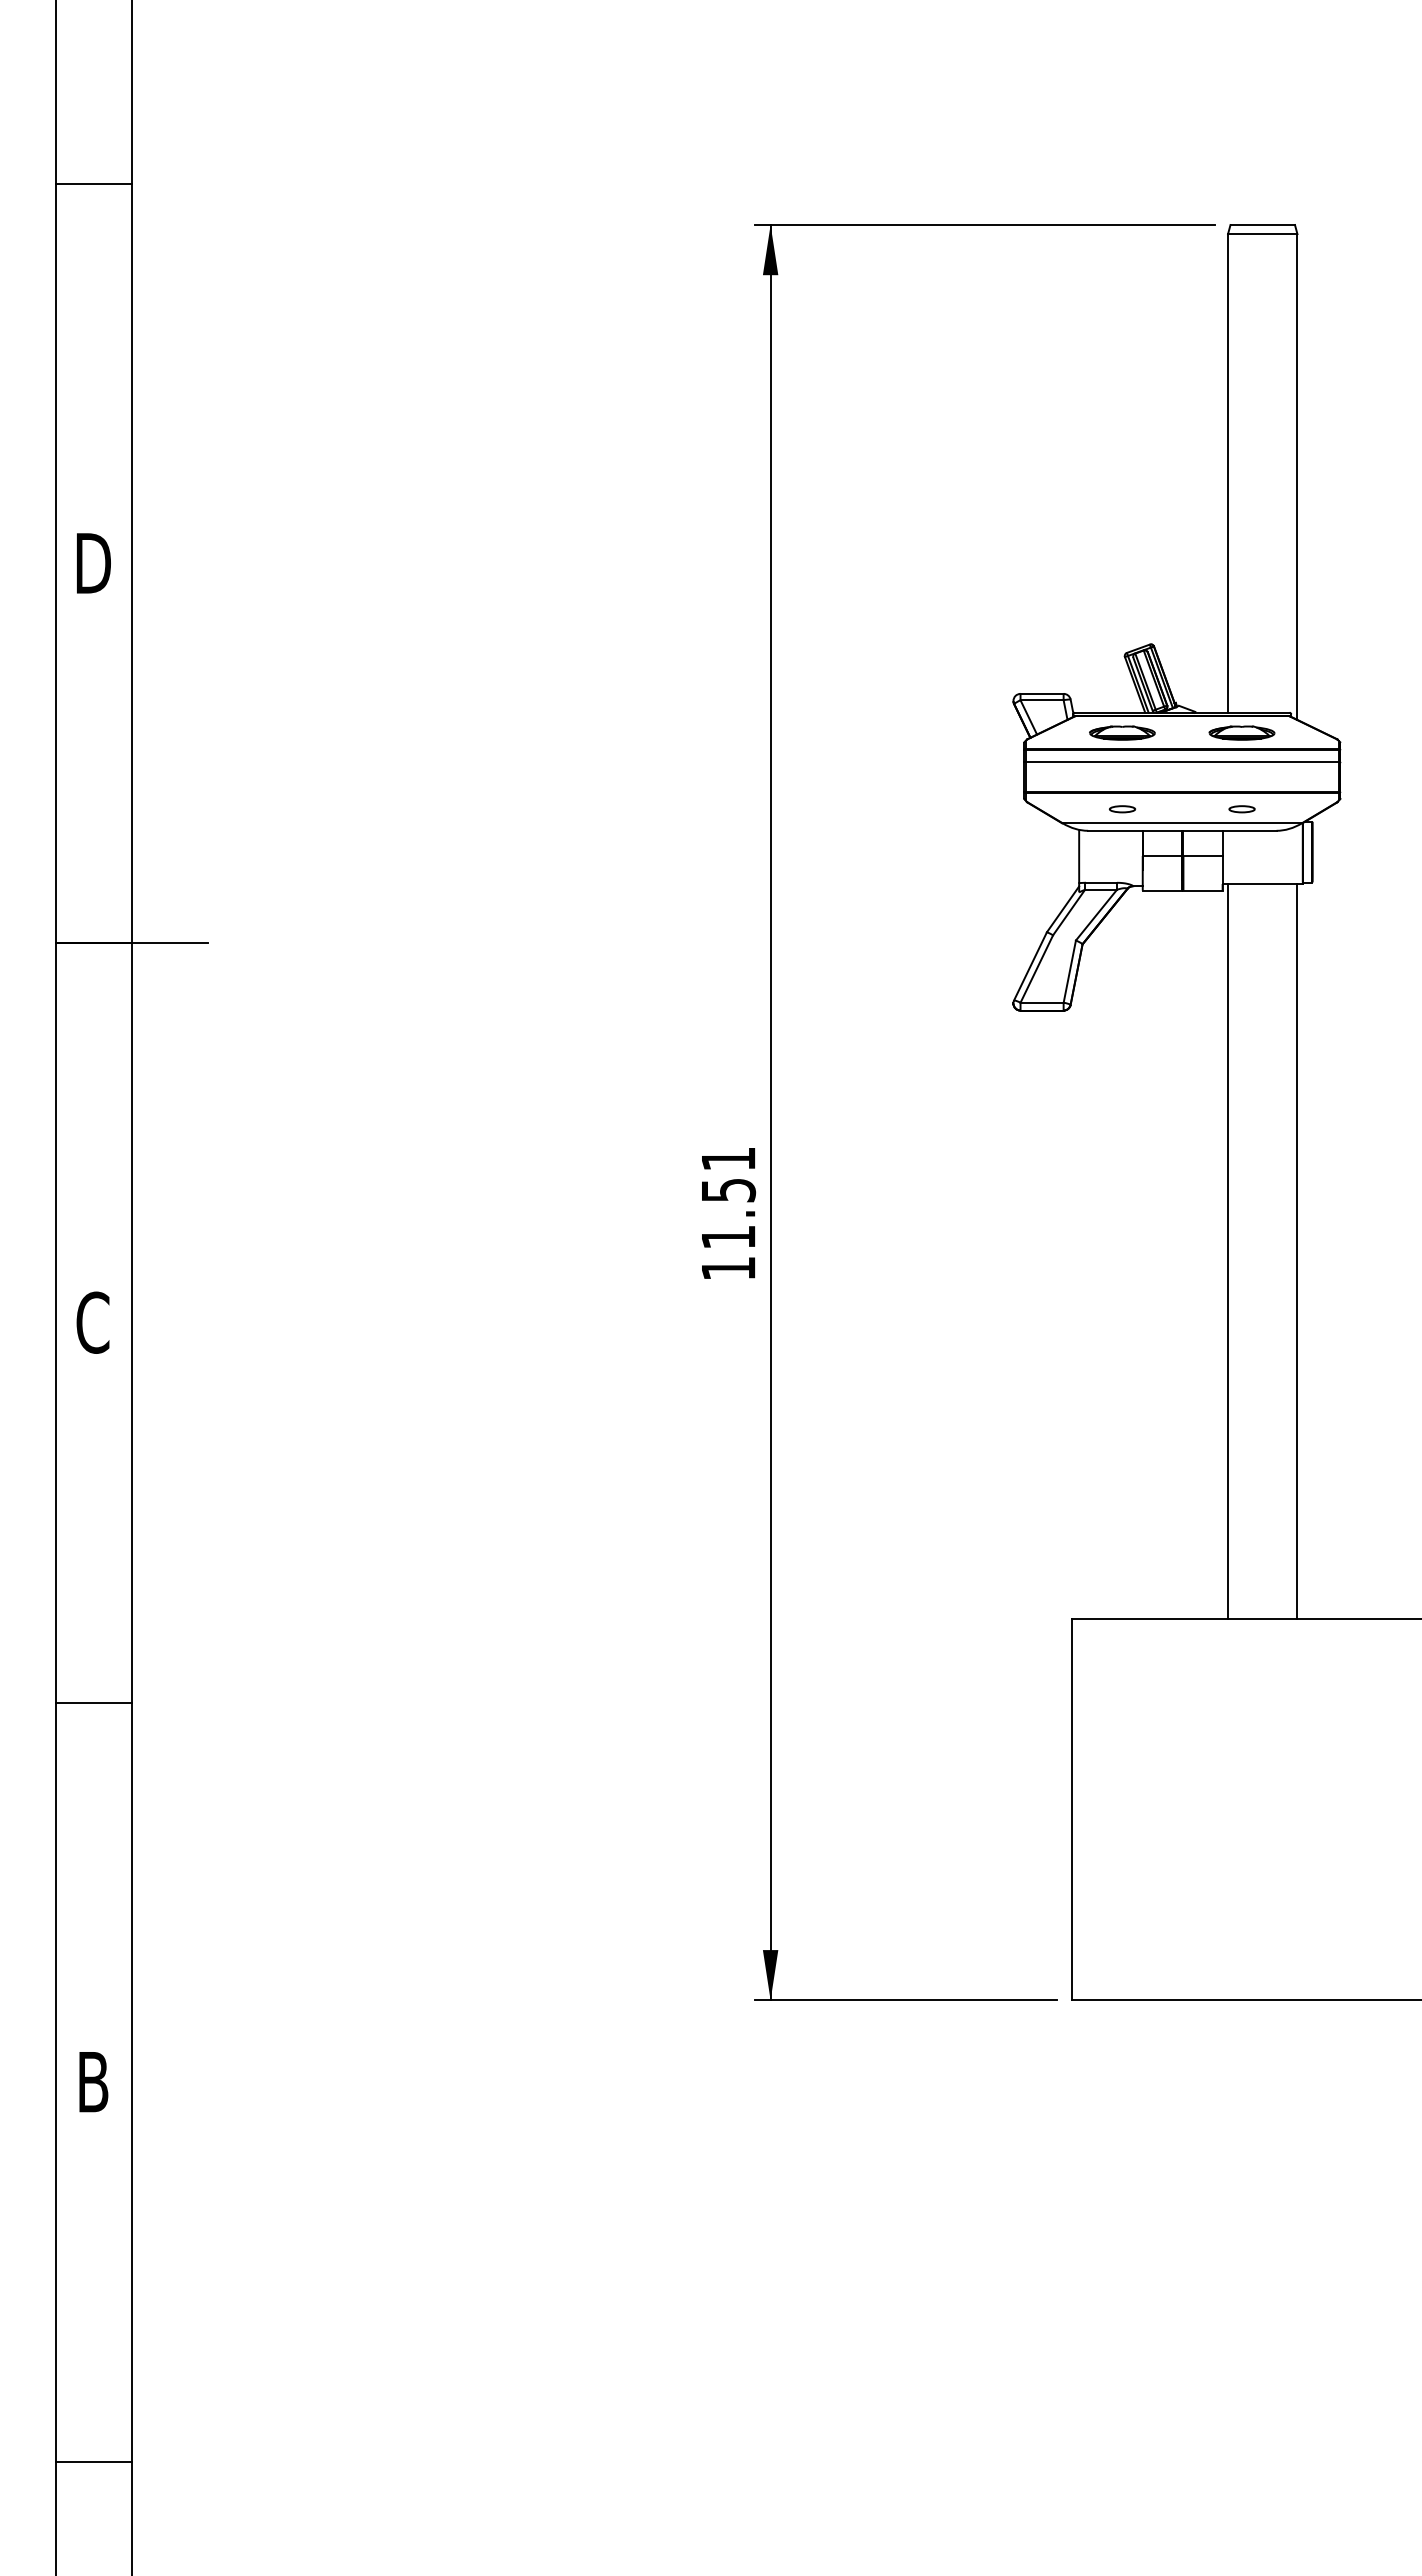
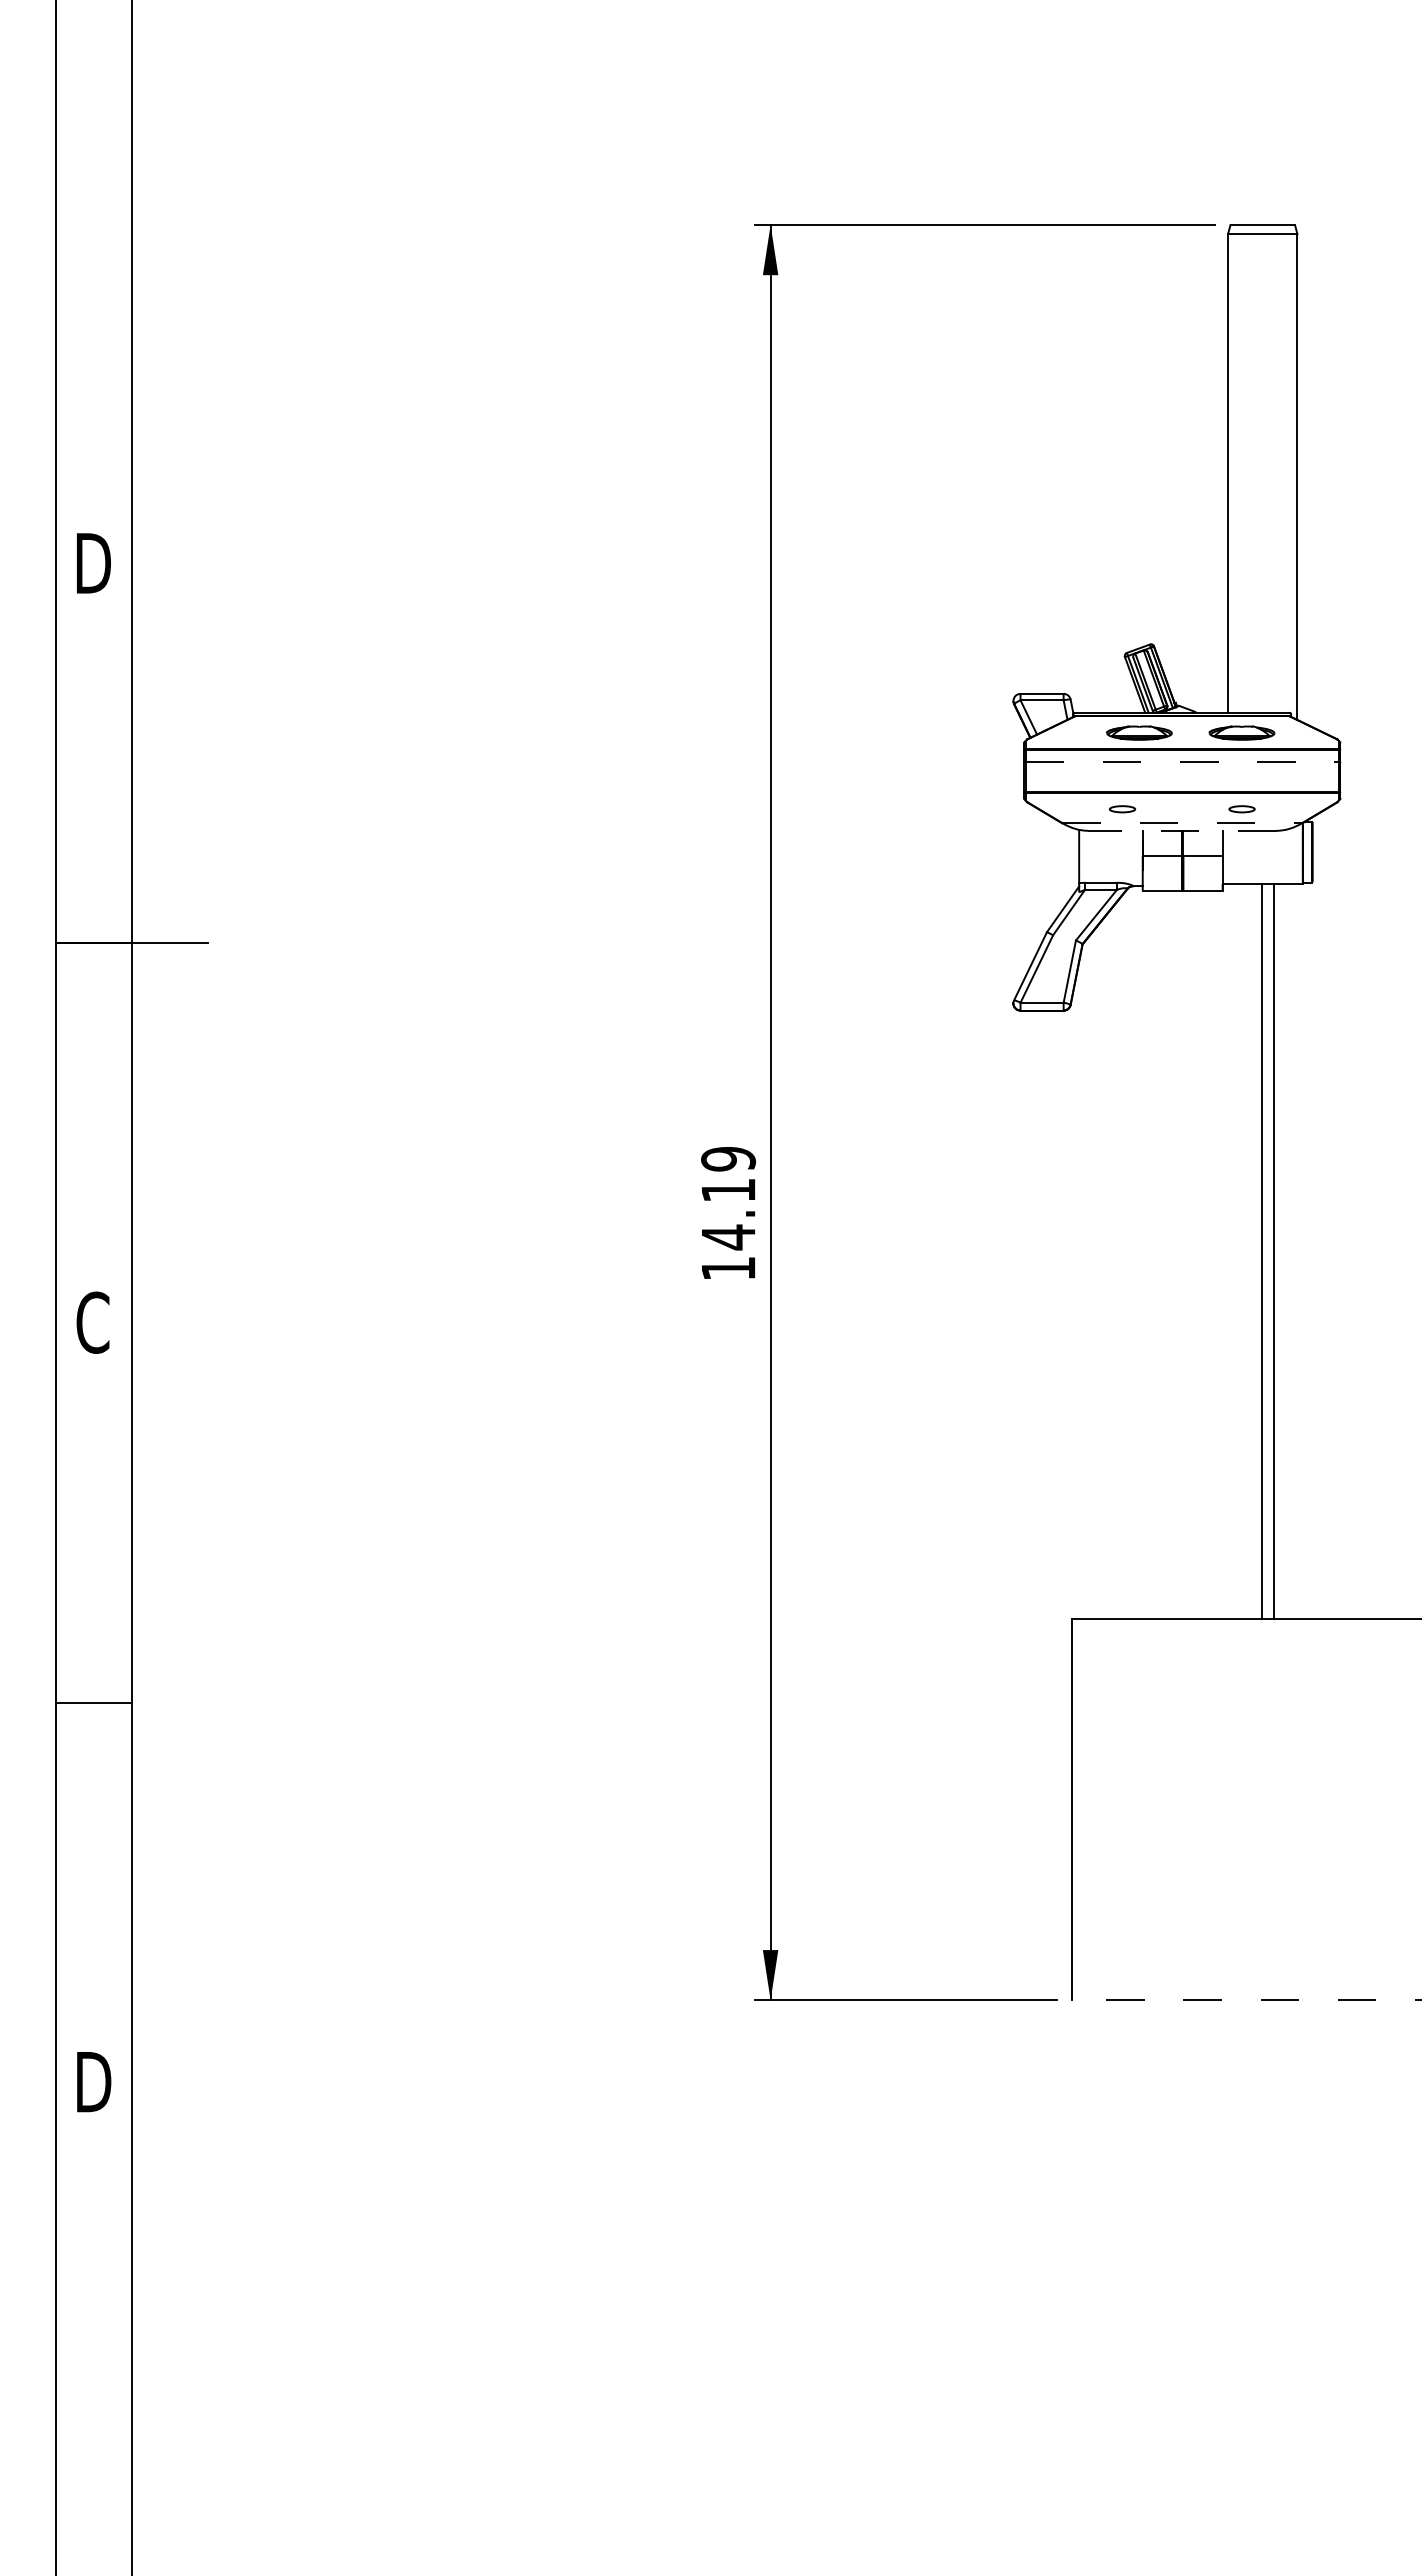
line at (93, 184): present -> none
part at (1122, 732) position: (1122, 732) -> (1139, 732)
line at (1182, 762): solid -> dashed
line at (1182, 823): solid -> dashed
line at (1181, 830): solid -> dashed
text at (728, 1198): 11.51 -> 14.19
line at (1228, 1251) position: (1228, 1251) -> (1262, 1251)
line at (1297, 1251) position: (1297, 1251) -> (1274, 1251)
line at (1246, 2000): solid -> dashed
text at (94, 2082): B -> D
line at (93, 2462): present -> none
